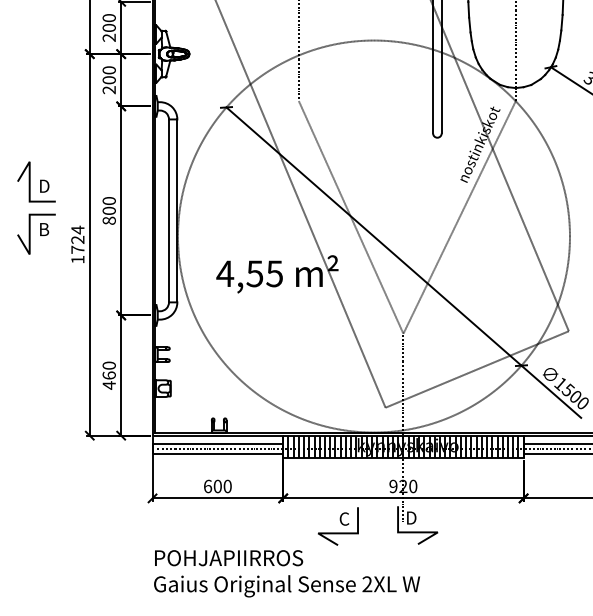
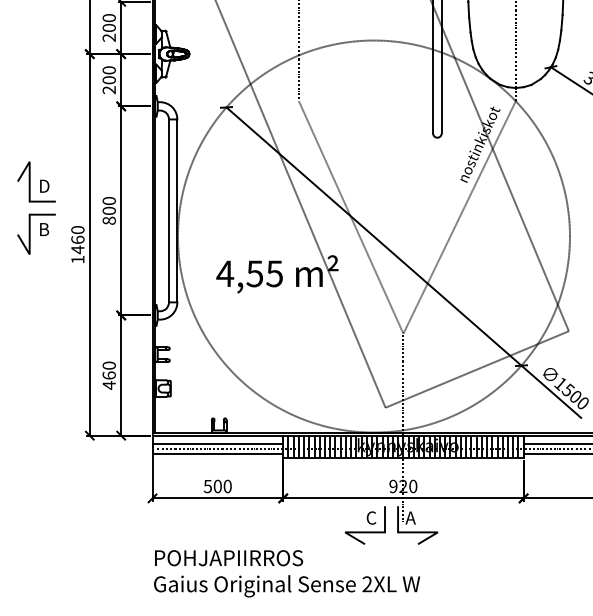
text at (77, 239): 1724 -> 1460
text at (207, 486): 600 -> 500
text at (410, 517): D -> A
part at (337, 526) position: (337, 526) -> (364, 525)
